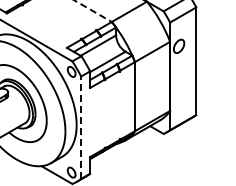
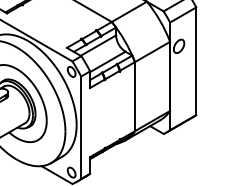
line at (93, 11): dashed -> solid
line at (81, 127): dashed -> solid
